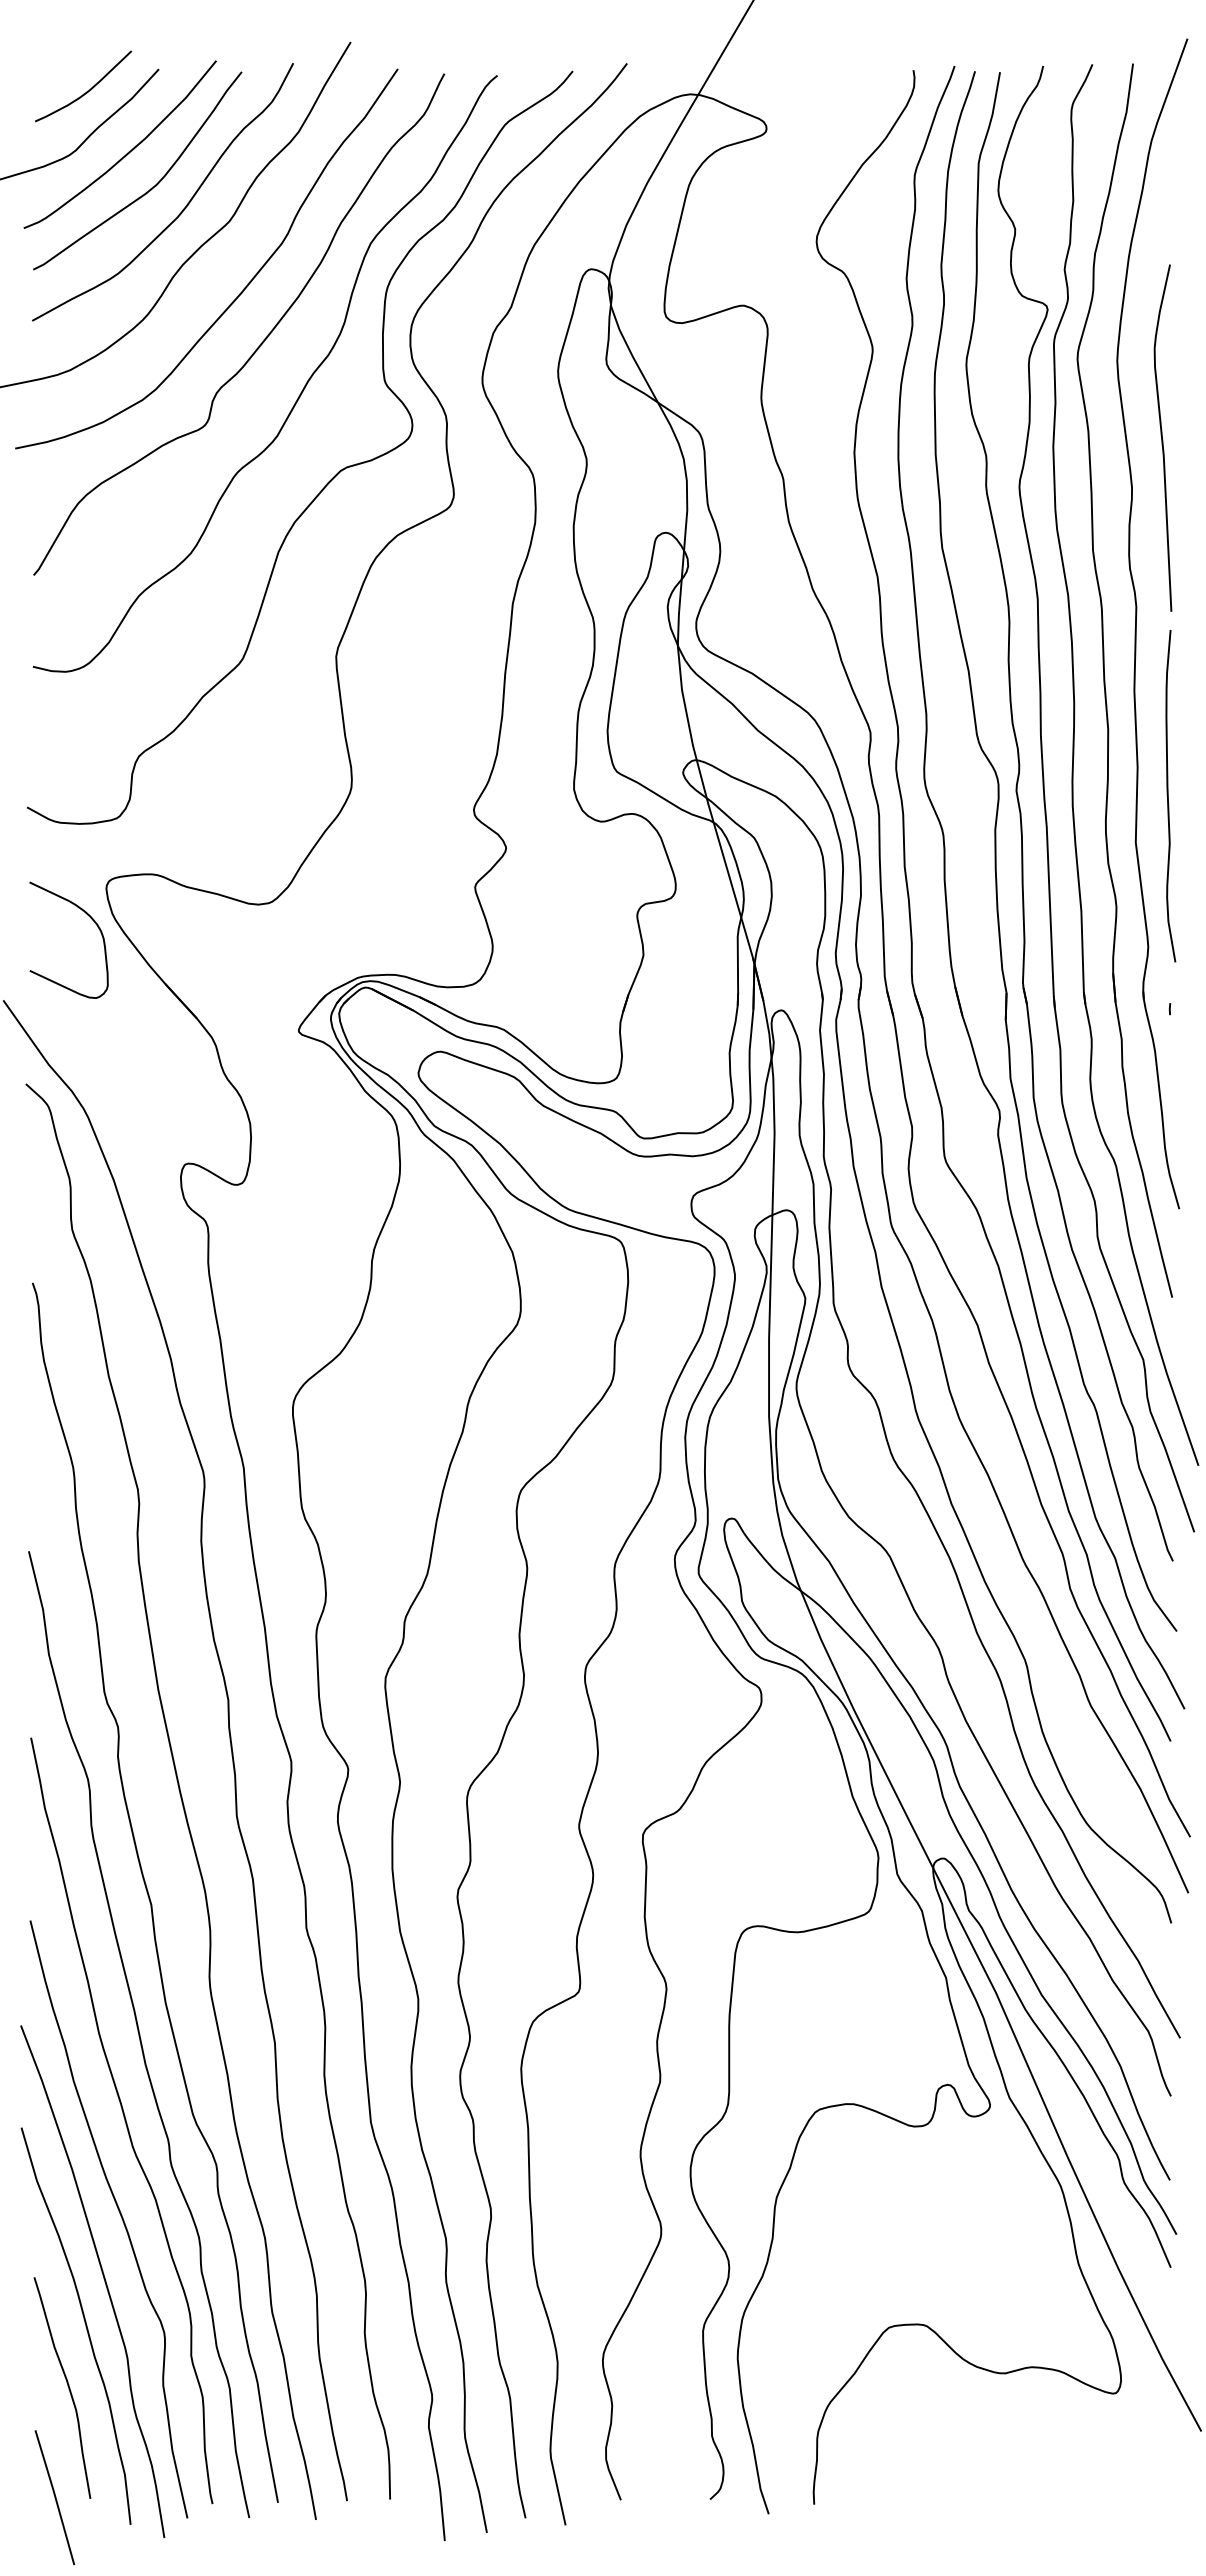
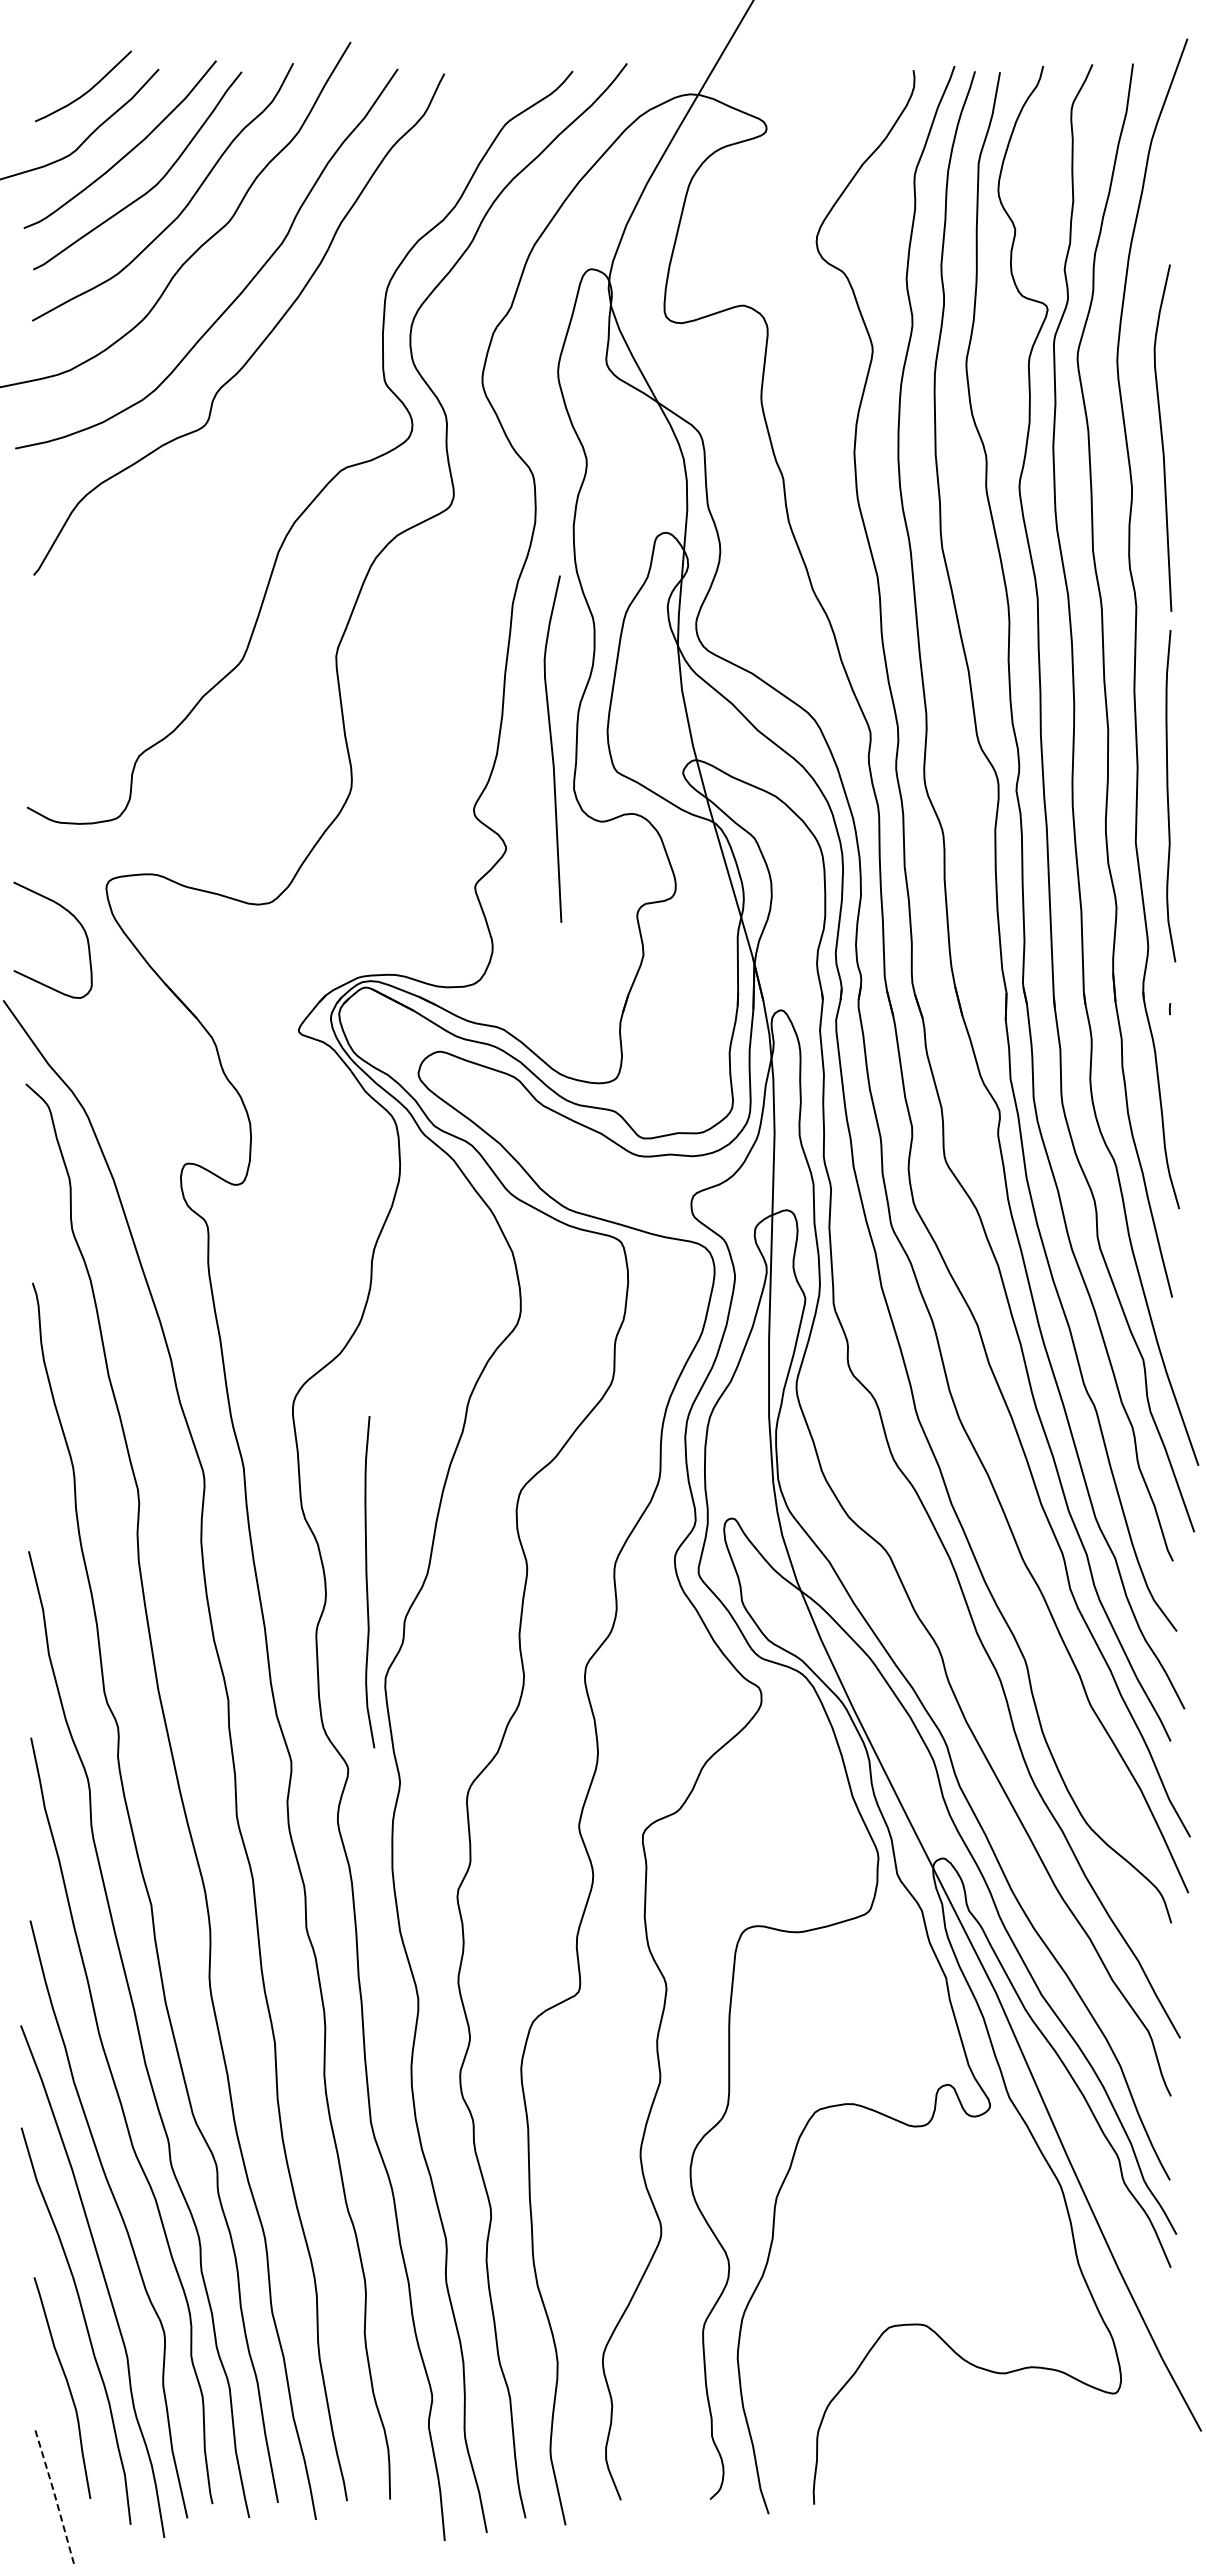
curve at (300, 392): present -> none
curve at (552, 748): none -> present
curve at (89, 917) position: (89, 917) -> (73, 917)
curve at (367, 1582): none -> present
line at (55, 2496): solid -> dashed
